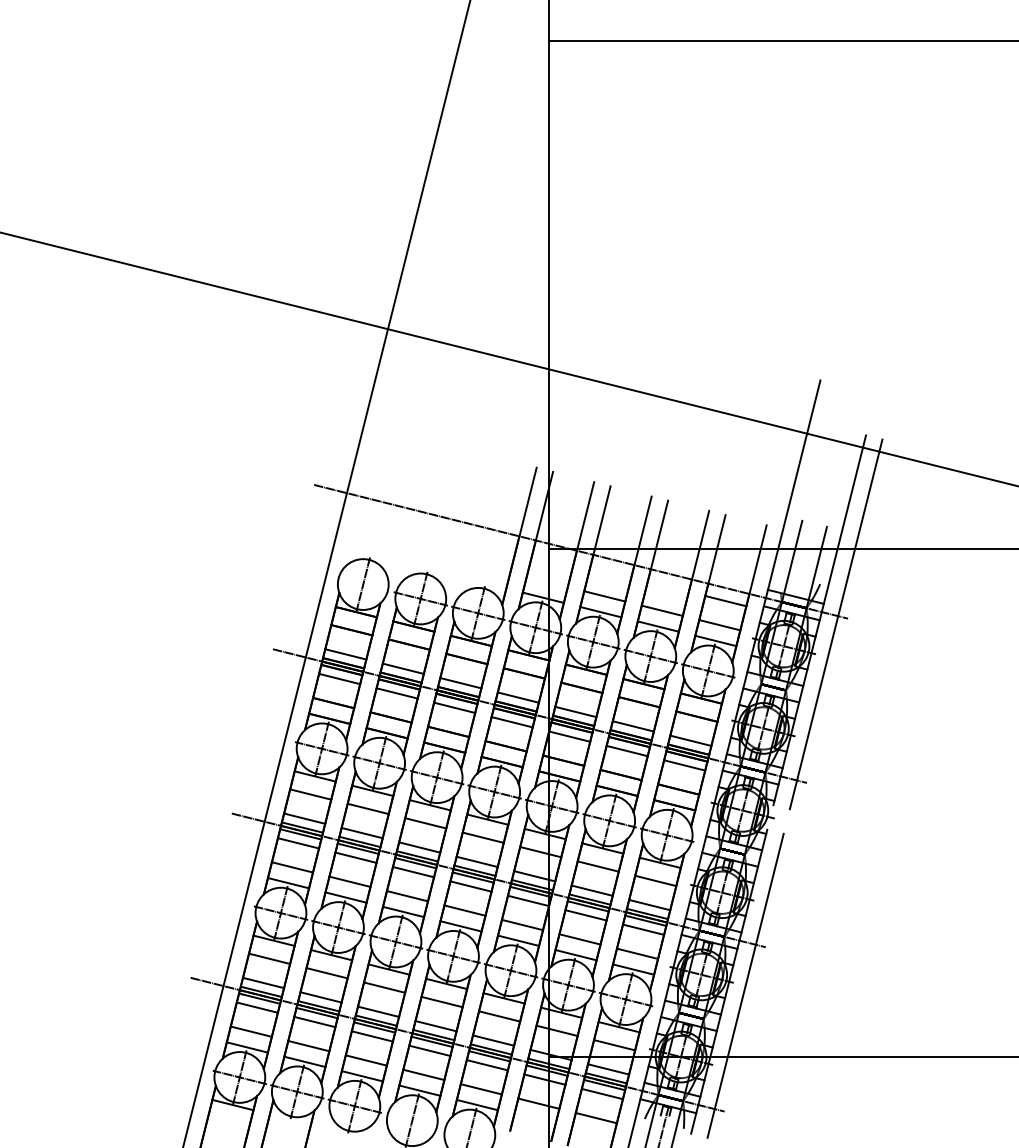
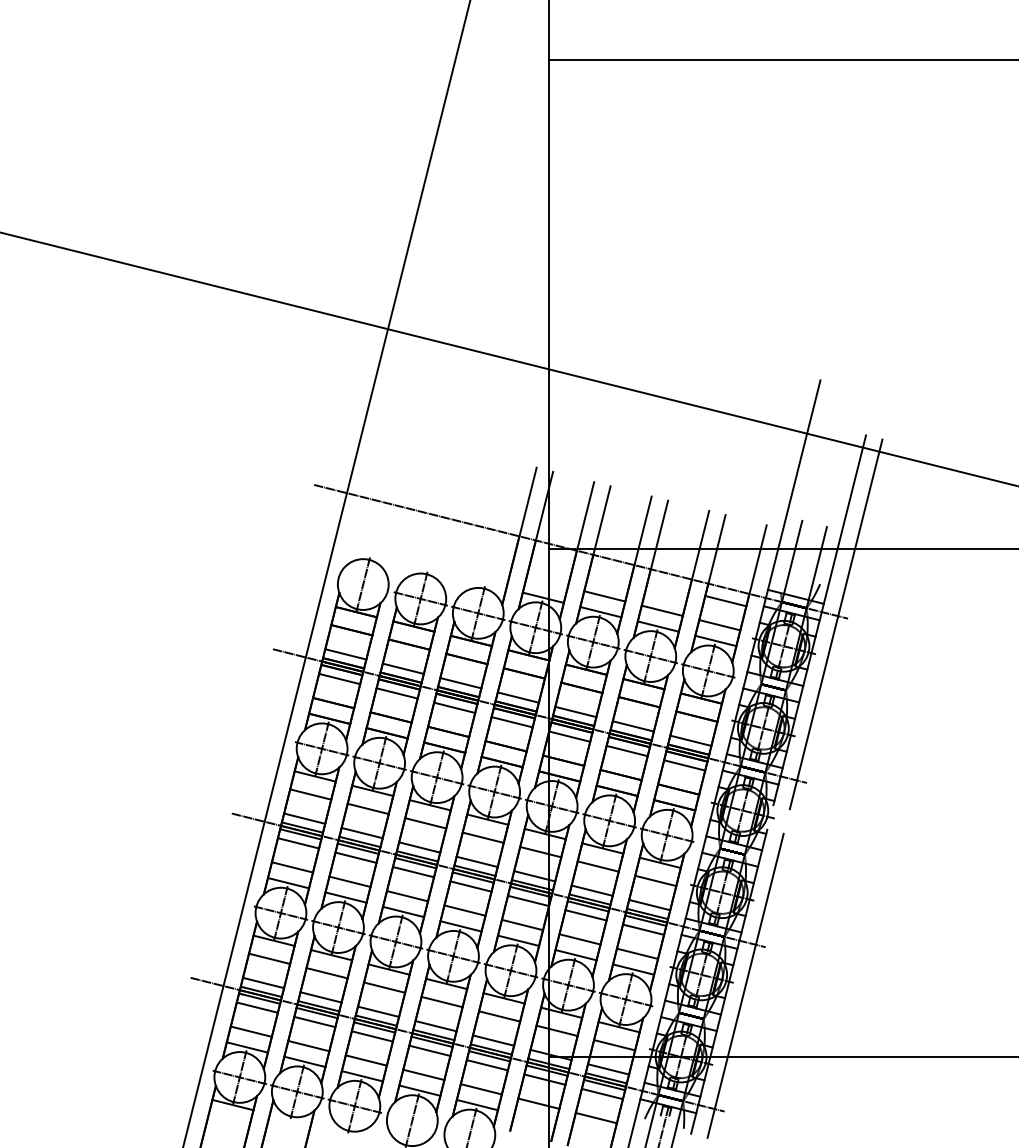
line at (782, 40) position: (782, 40) -> (782, 59)
